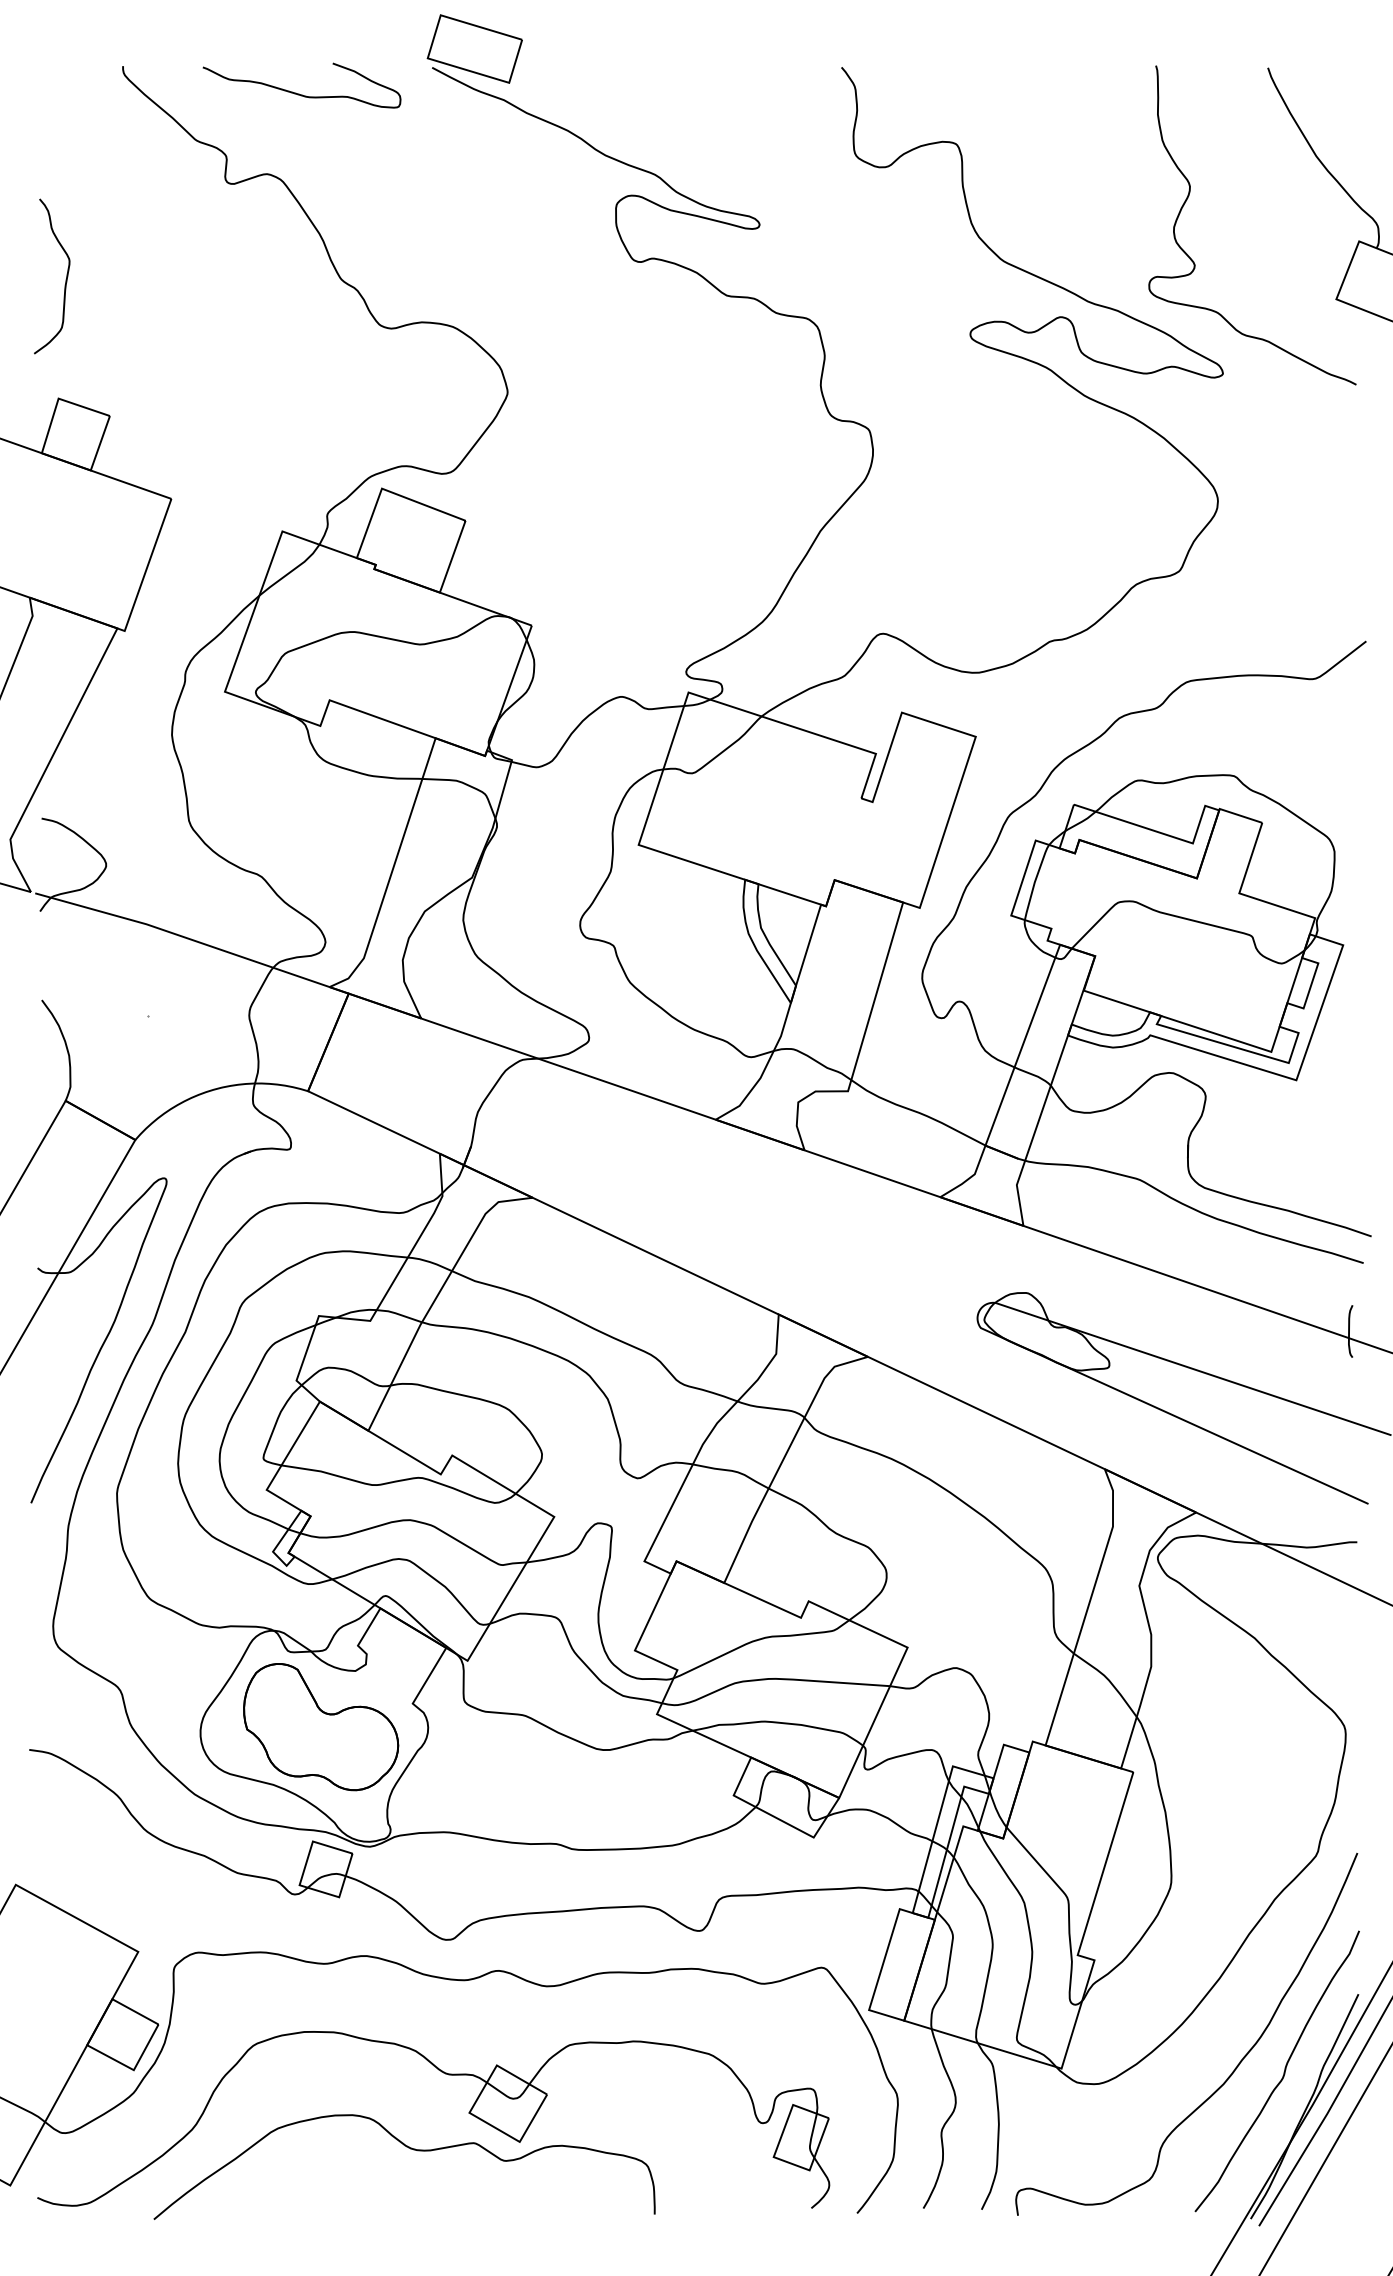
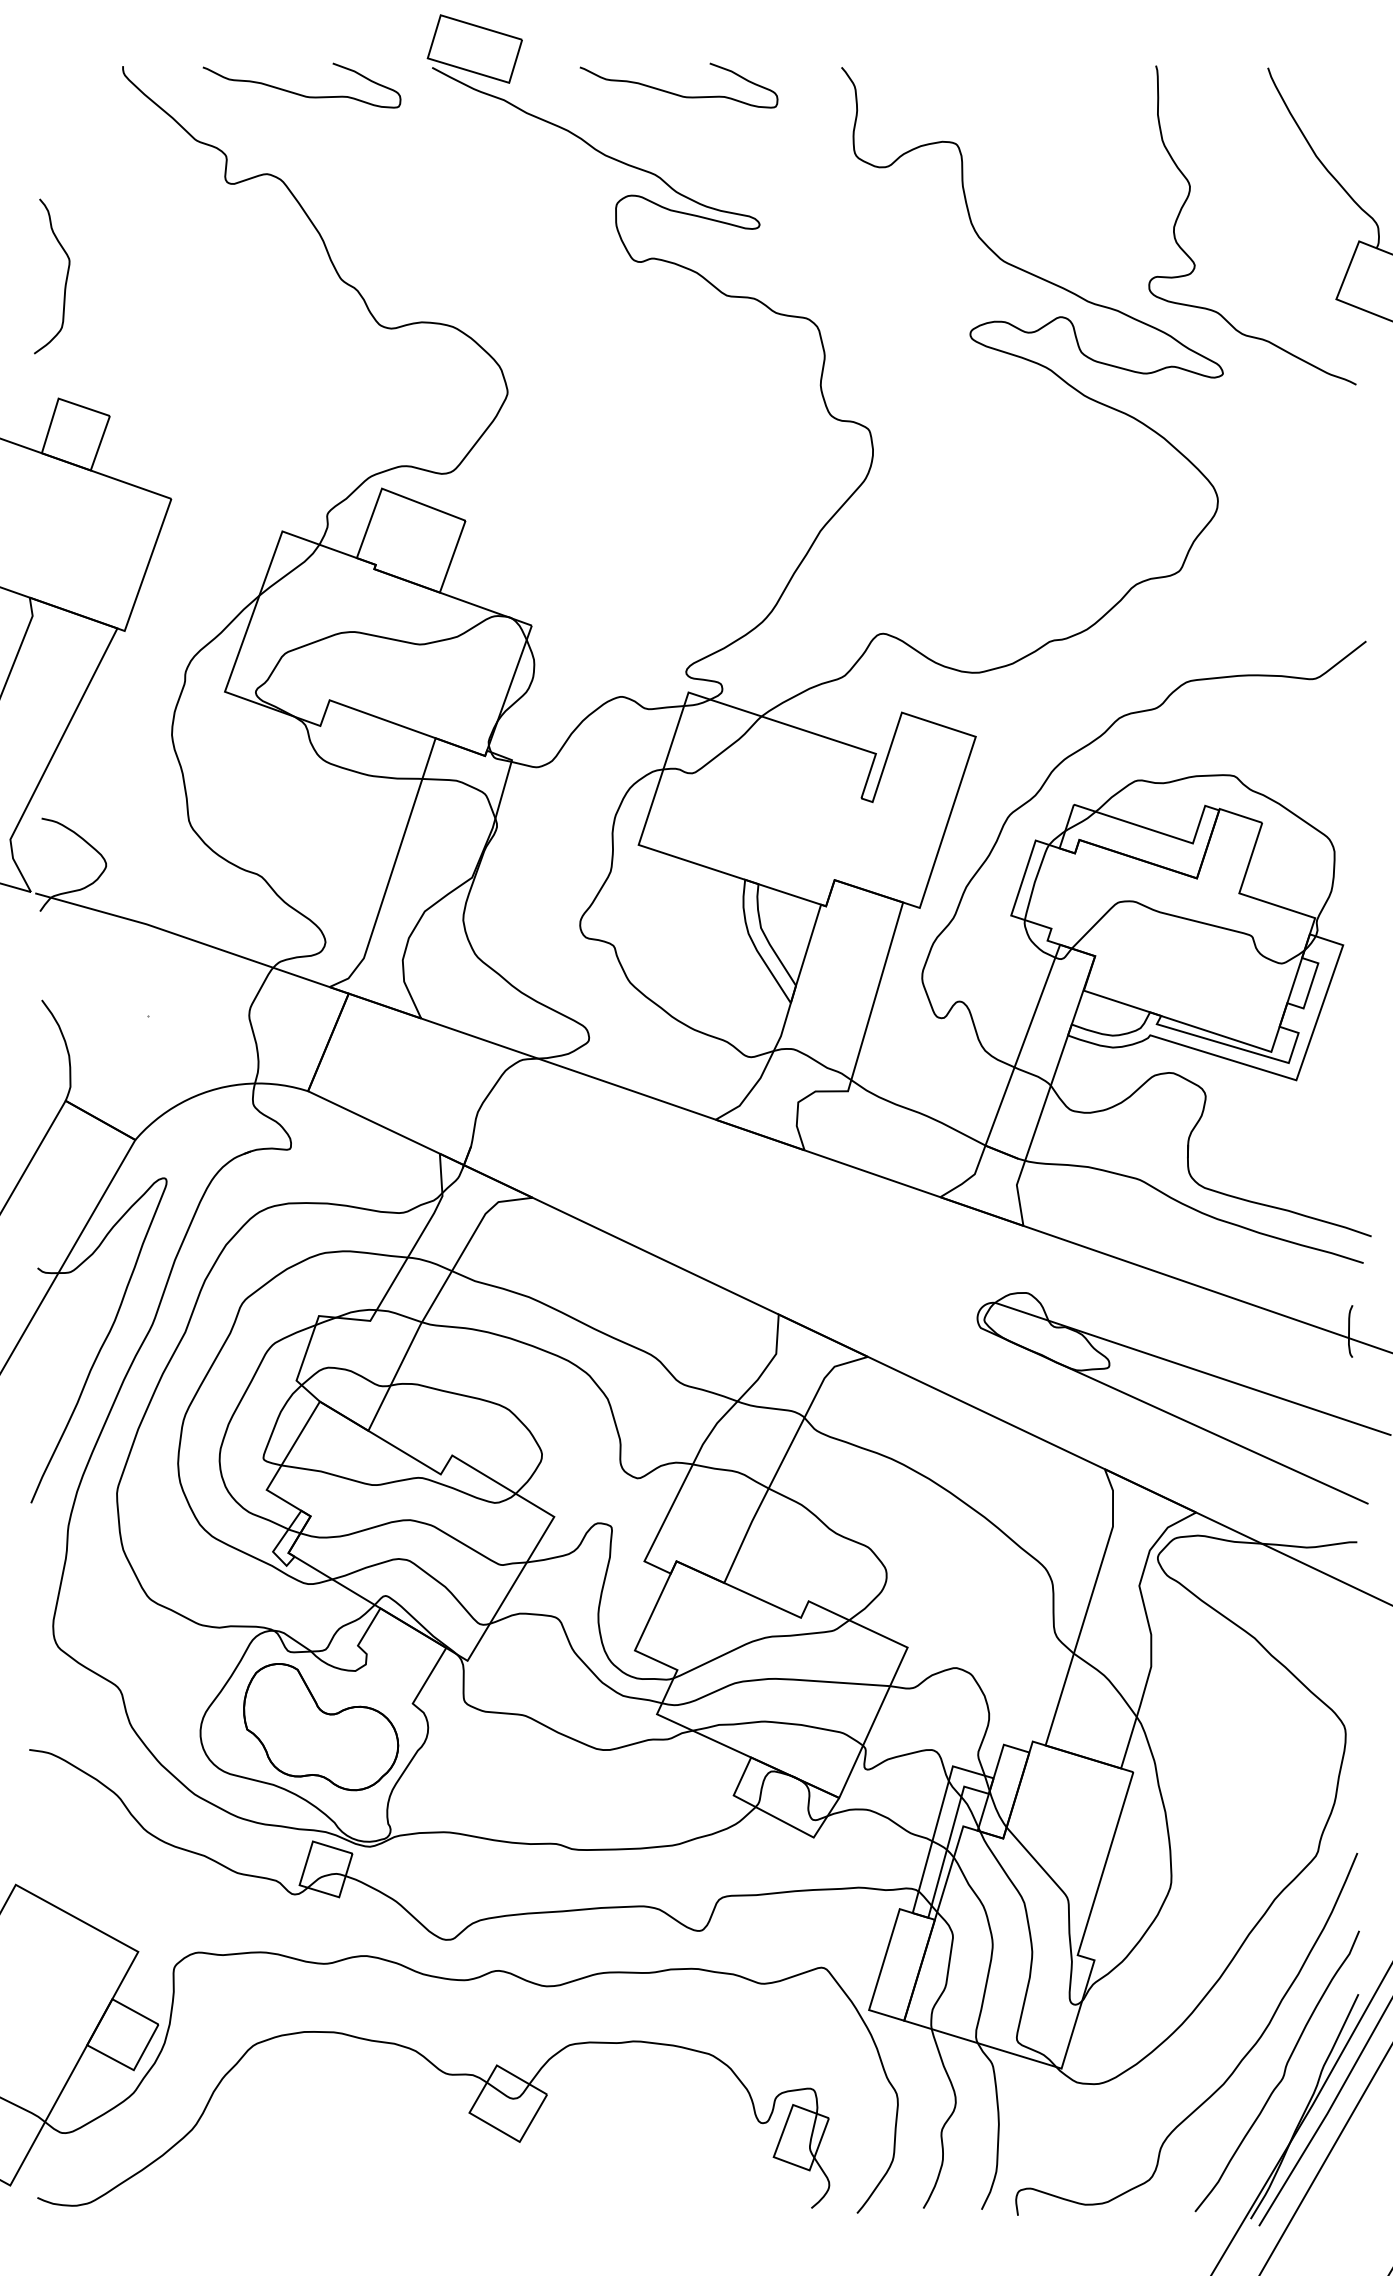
curve at (676, 93): none -> present
curve at (410, 2149): present -> none
